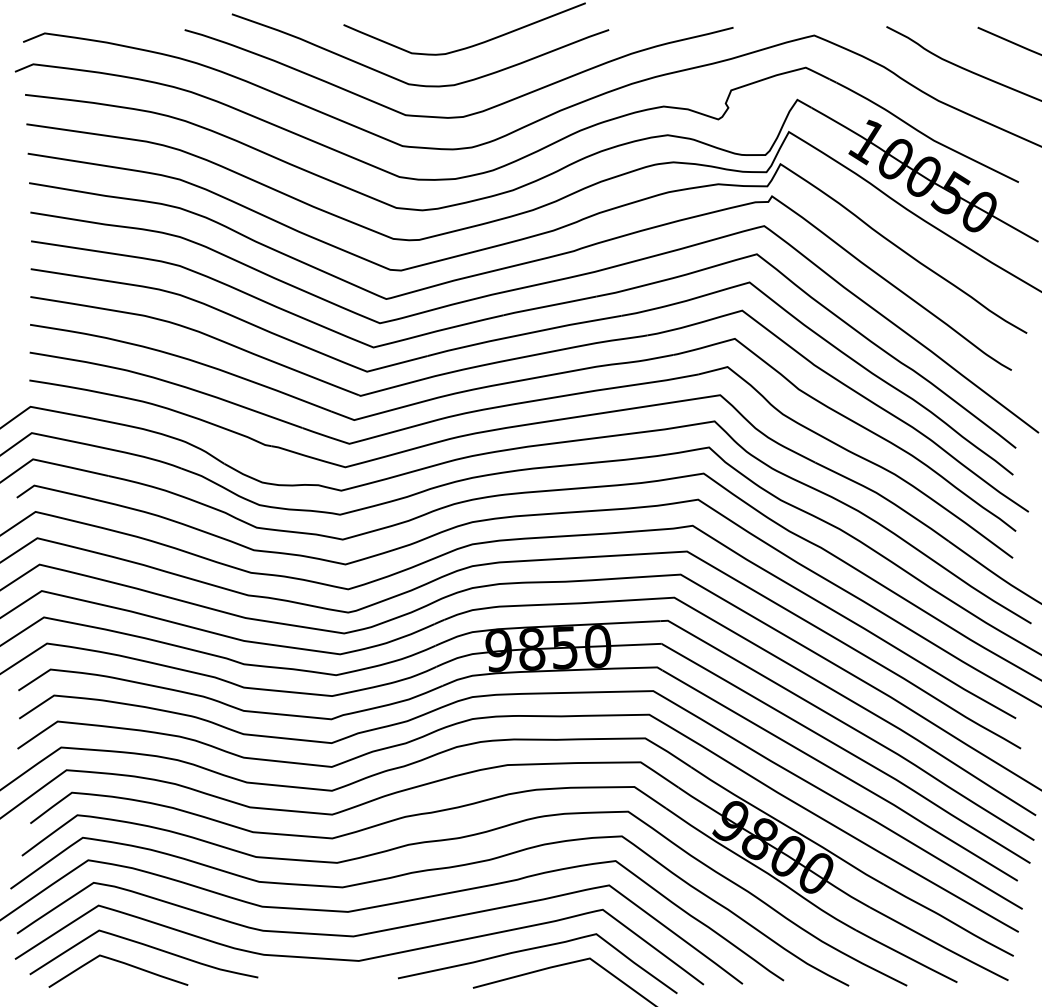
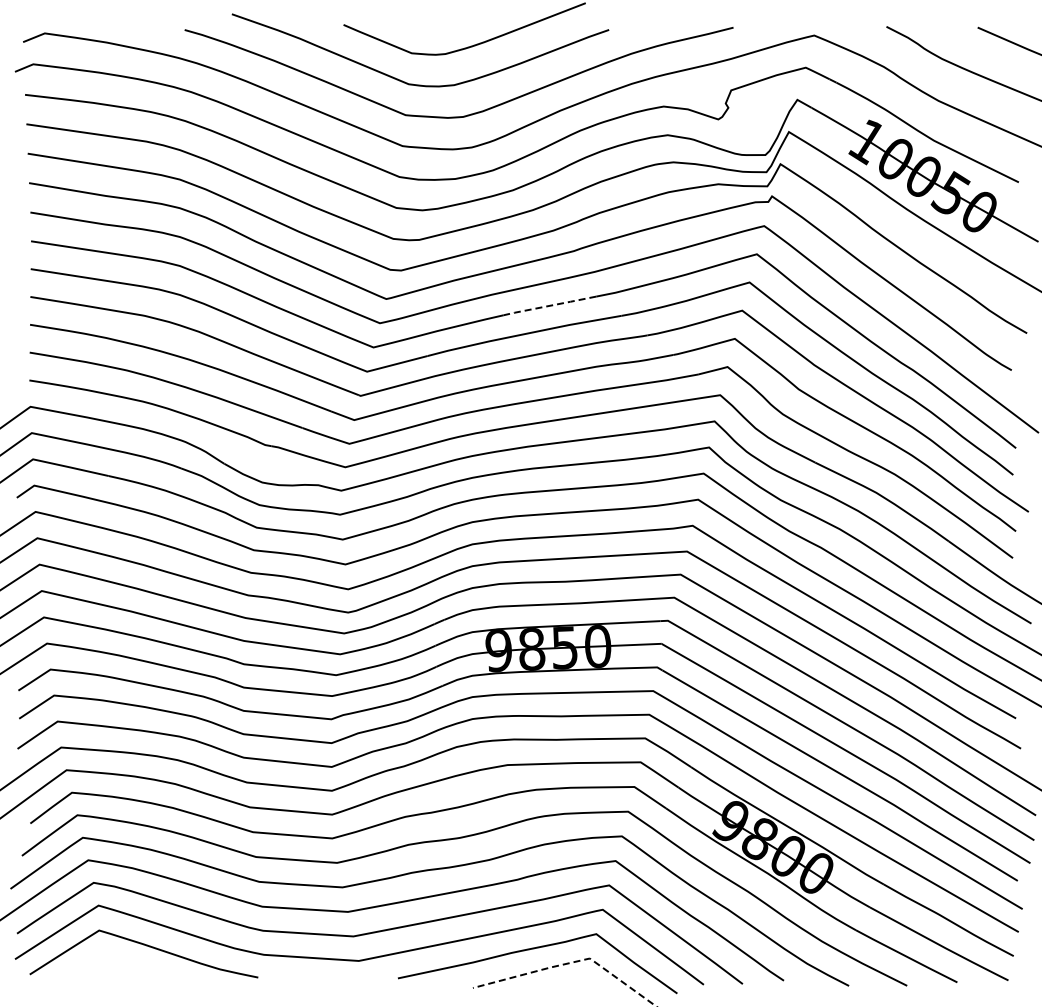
line at (549, 305): solid -> dashed
line at (570, 962): solid -> dashed
curve at (121, 963): present -> none
